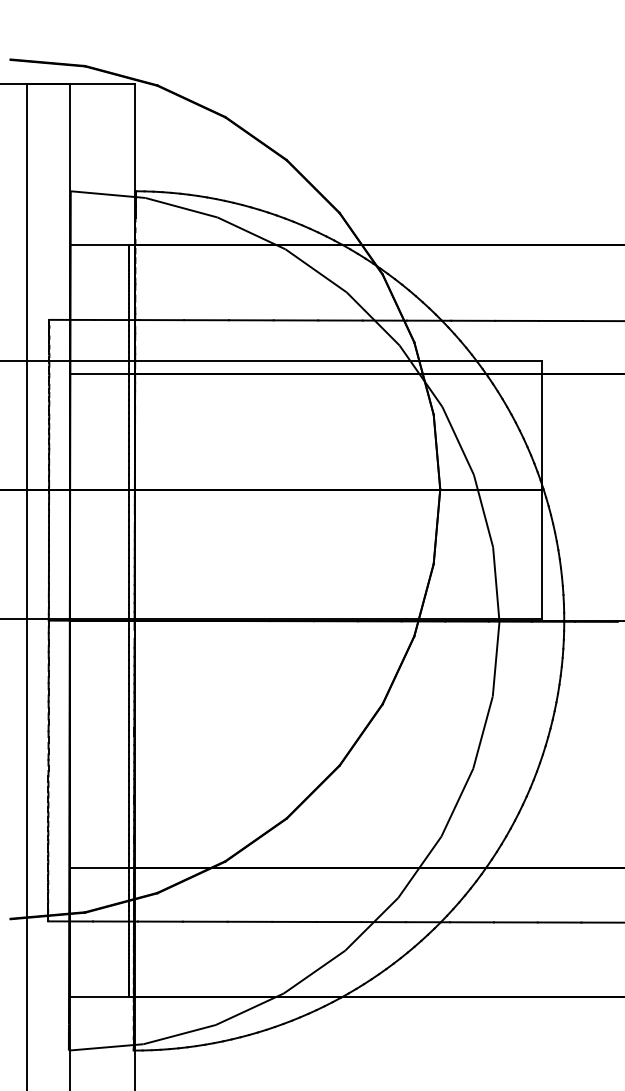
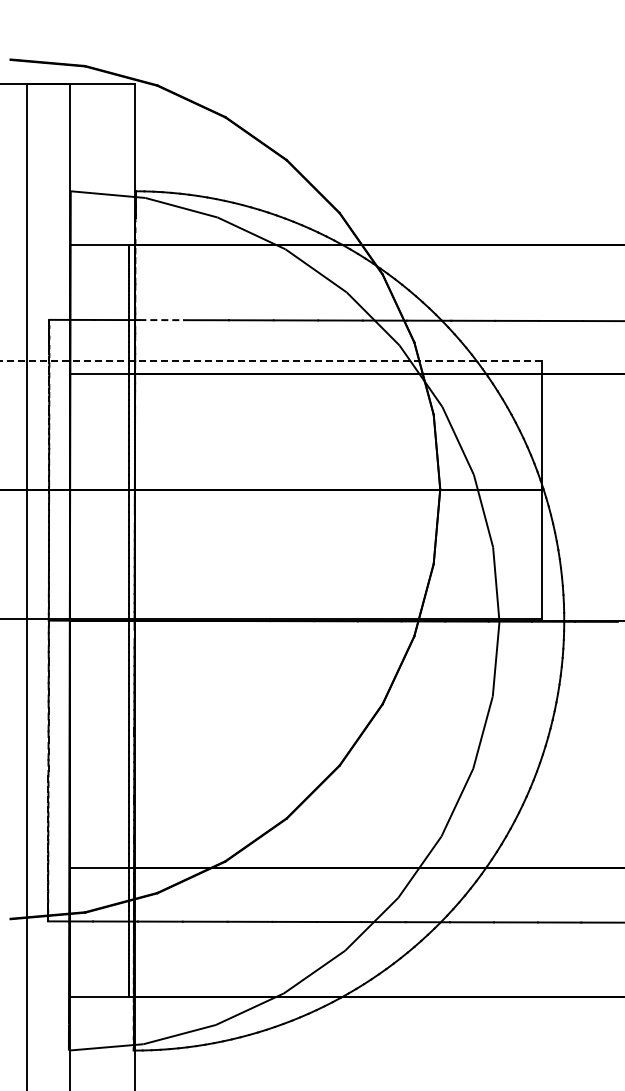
line at (162, 320): solid -> dashed
line at (270, 360): solid -> dashed
